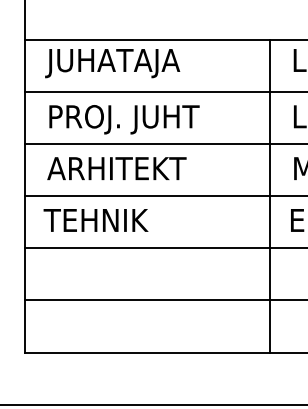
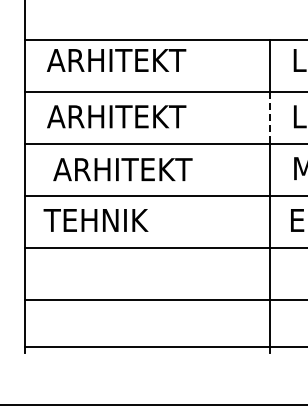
text at (115, 63): JUHATAJA -> ARHITEKT
line at (269, 118): solid -> dashed
text at (123, 119): PROJ. JUHT -> ARHITEKT
text at (116, 168) position: (116, 168) -> (122, 169)
line at (164, 352) position: (164, 352) -> (164, 346)
